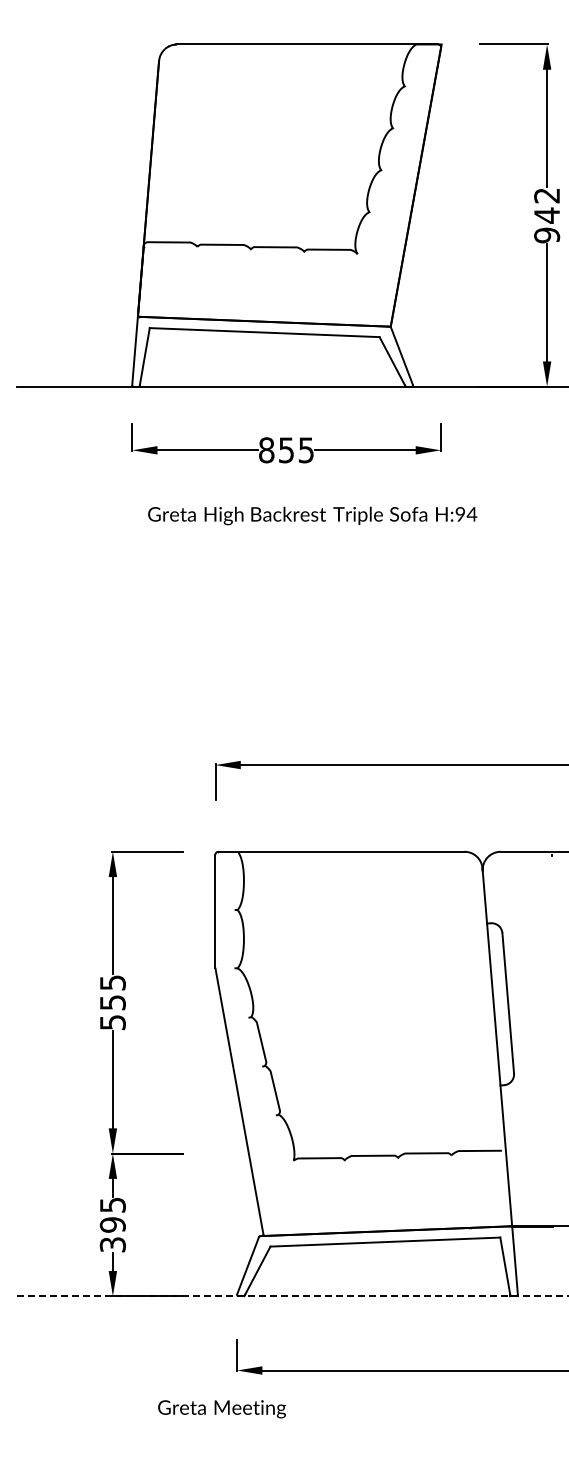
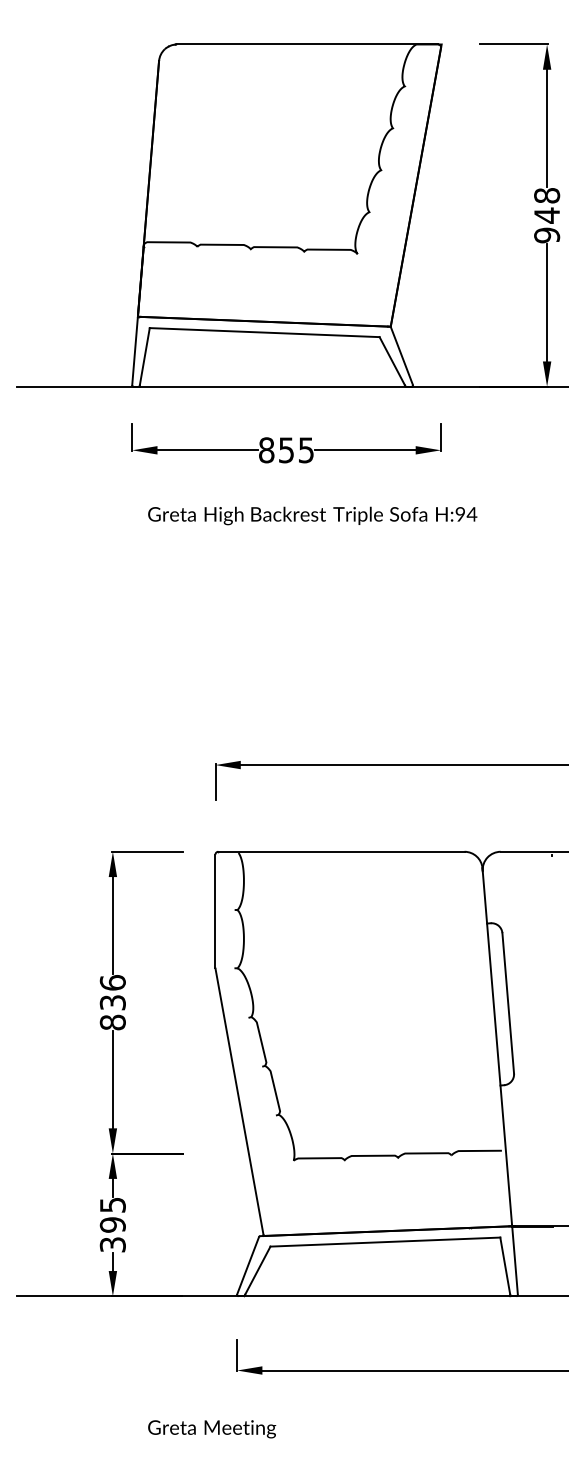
text at (547, 195): 942 -> 948
text at (112, 1002): 555 -> 836
line at (293, 1296): dashed -> solid
text at (222, 1409) position: (222, 1409) -> (212, 1429)
